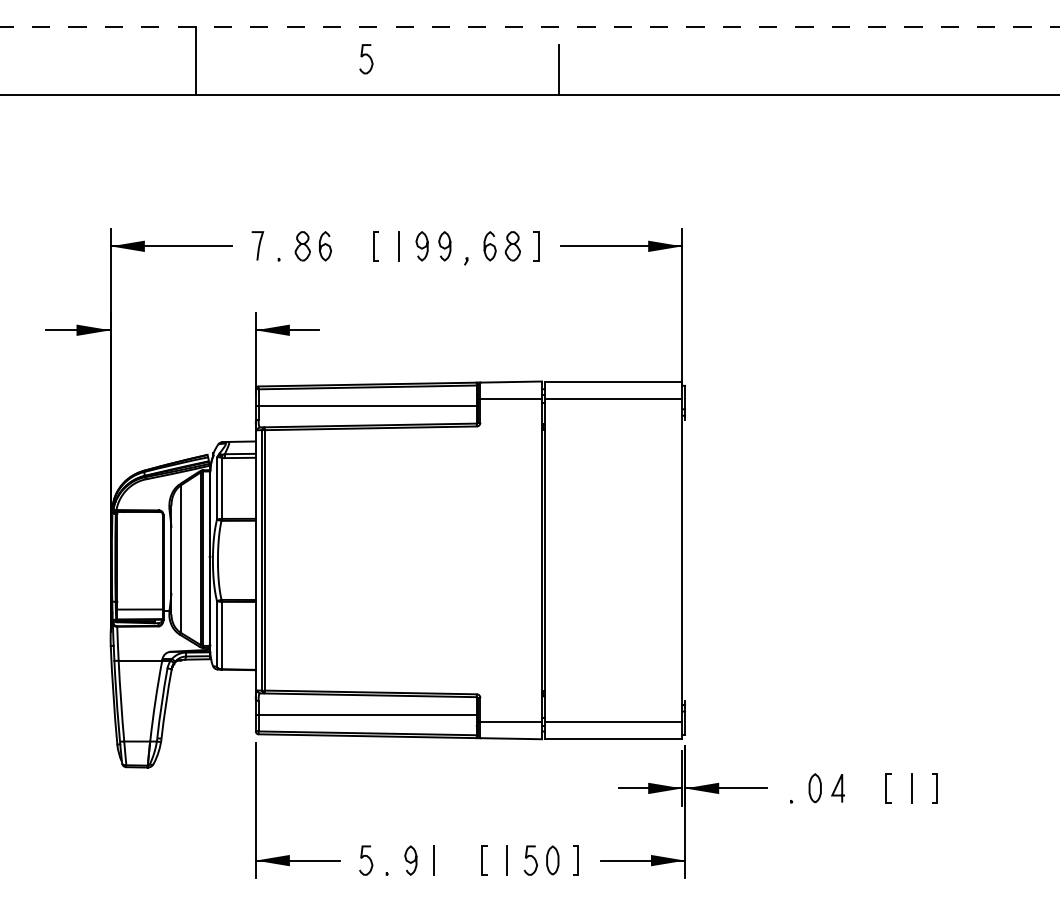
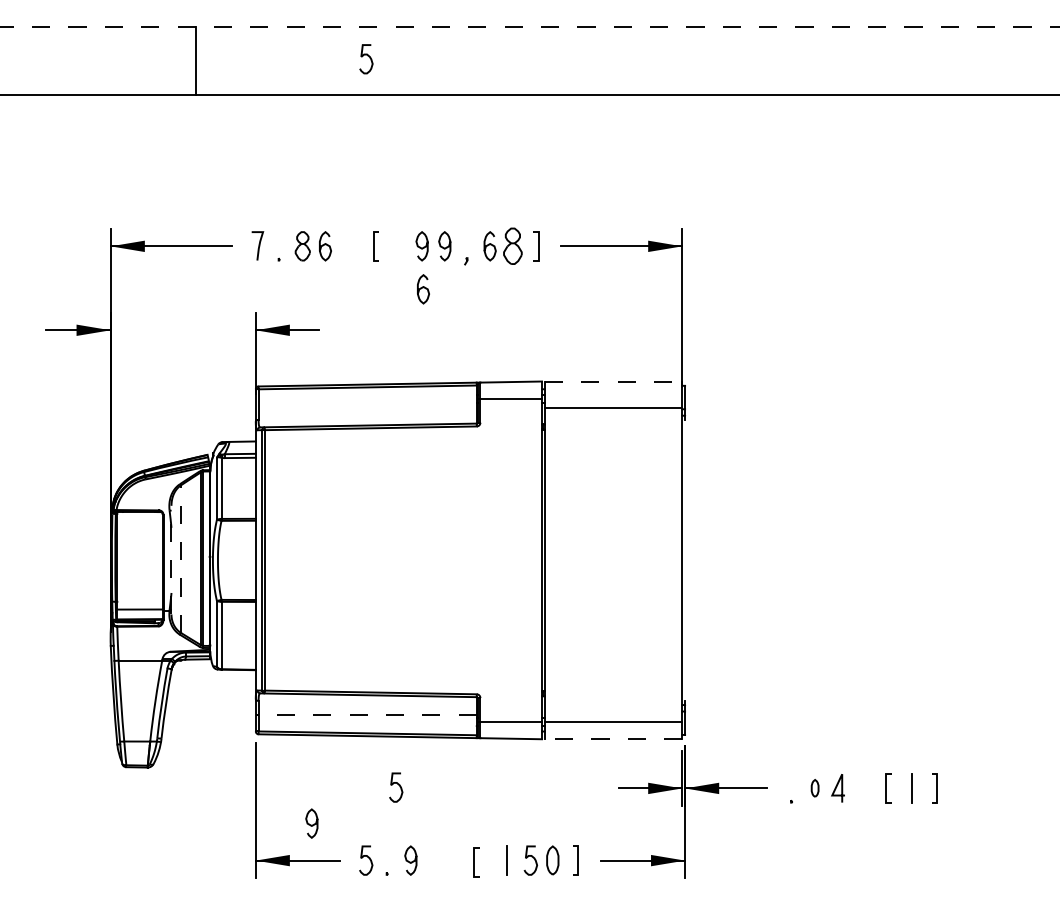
line at (559, 70): present -> none
line at (399, 246): present -> none
part at (512, 246) size: 16x31 px -> 20x38 px
curve at (423, 288): none -> present
line at (613, 381): solid -> dashed
line at (613, 398) position: (613, 398) -> (613, 407)
line at (365, 405): present -> none
line at (171, 559): solid -> dashed
line at (180, 559): solid -> dashed
line at (365, 714): solid -> dashed
line at (613, 739): solid -> dashed
curve at (398, 785): none -> present
part at (814, 788) size: 14x31 px -> 10x19 px
curve at (311, 824): none -> present
line at (433, 860): present -> none
line at (482, 860) position: (482, 860) -> (474, 862)
